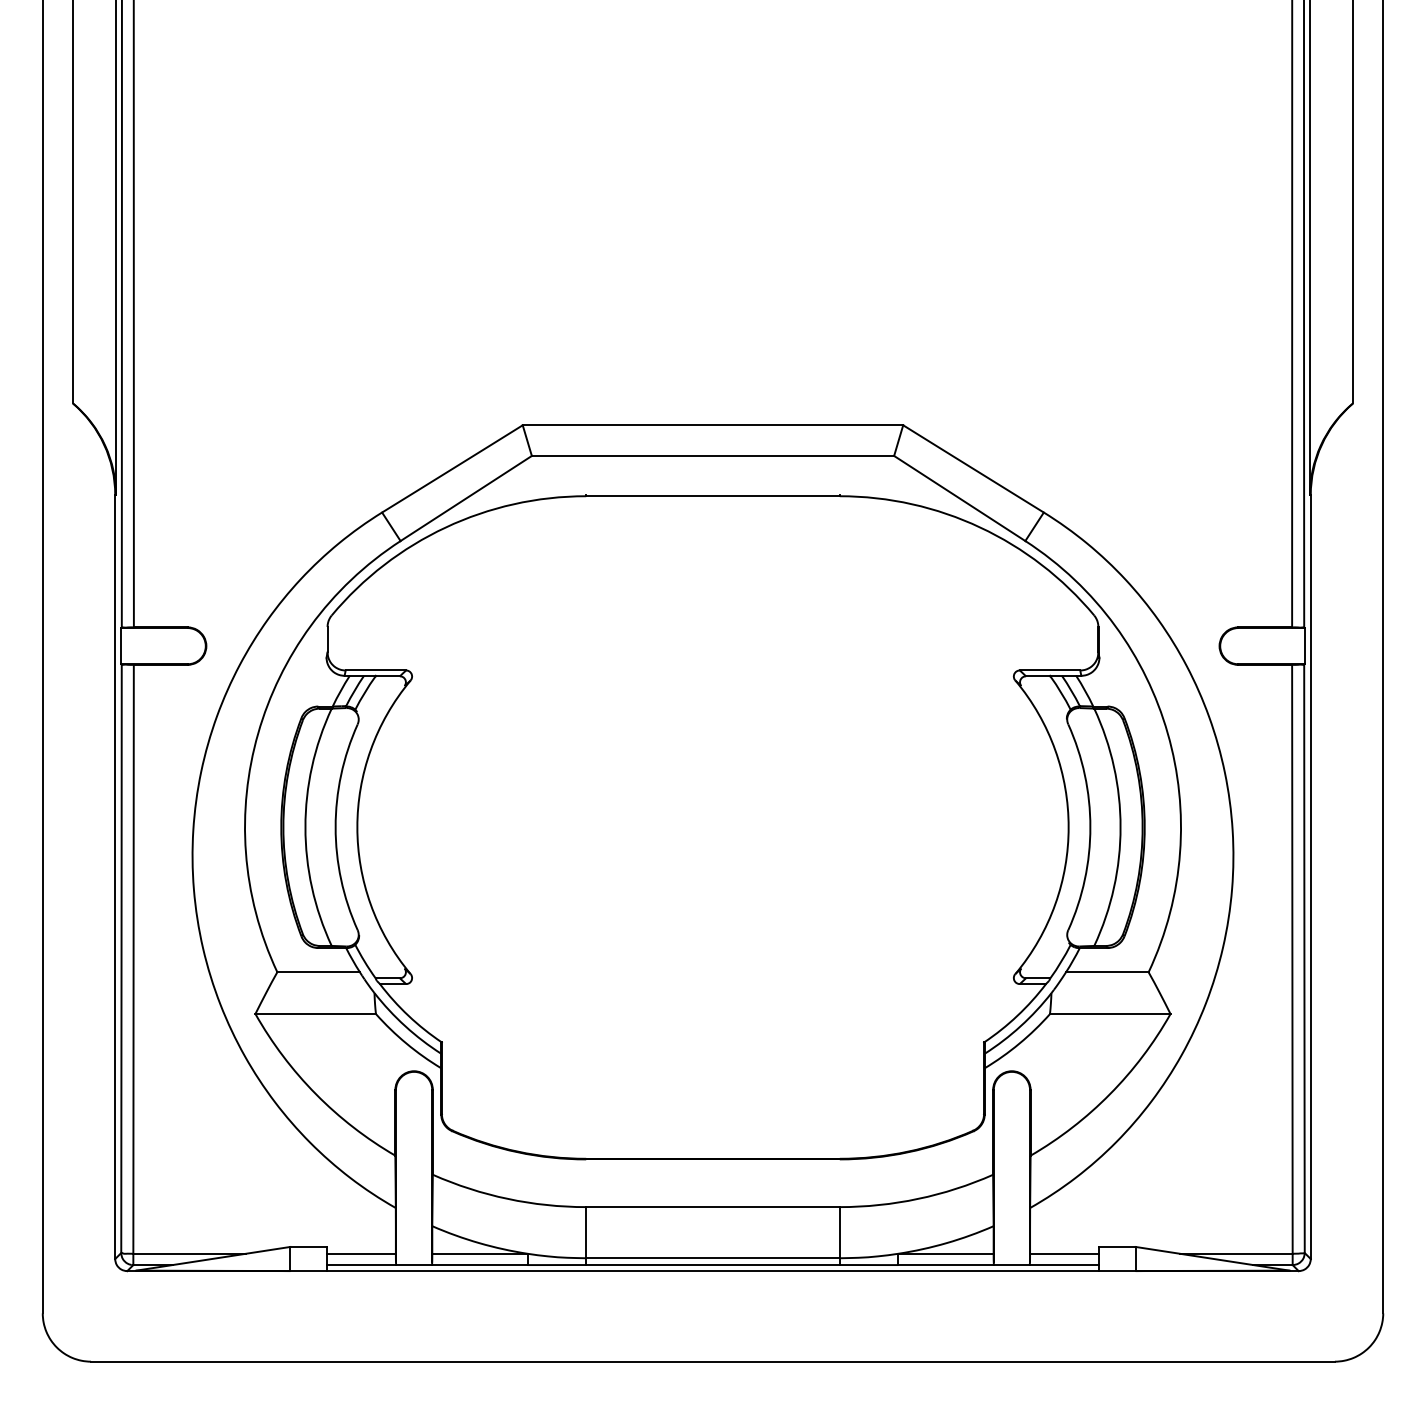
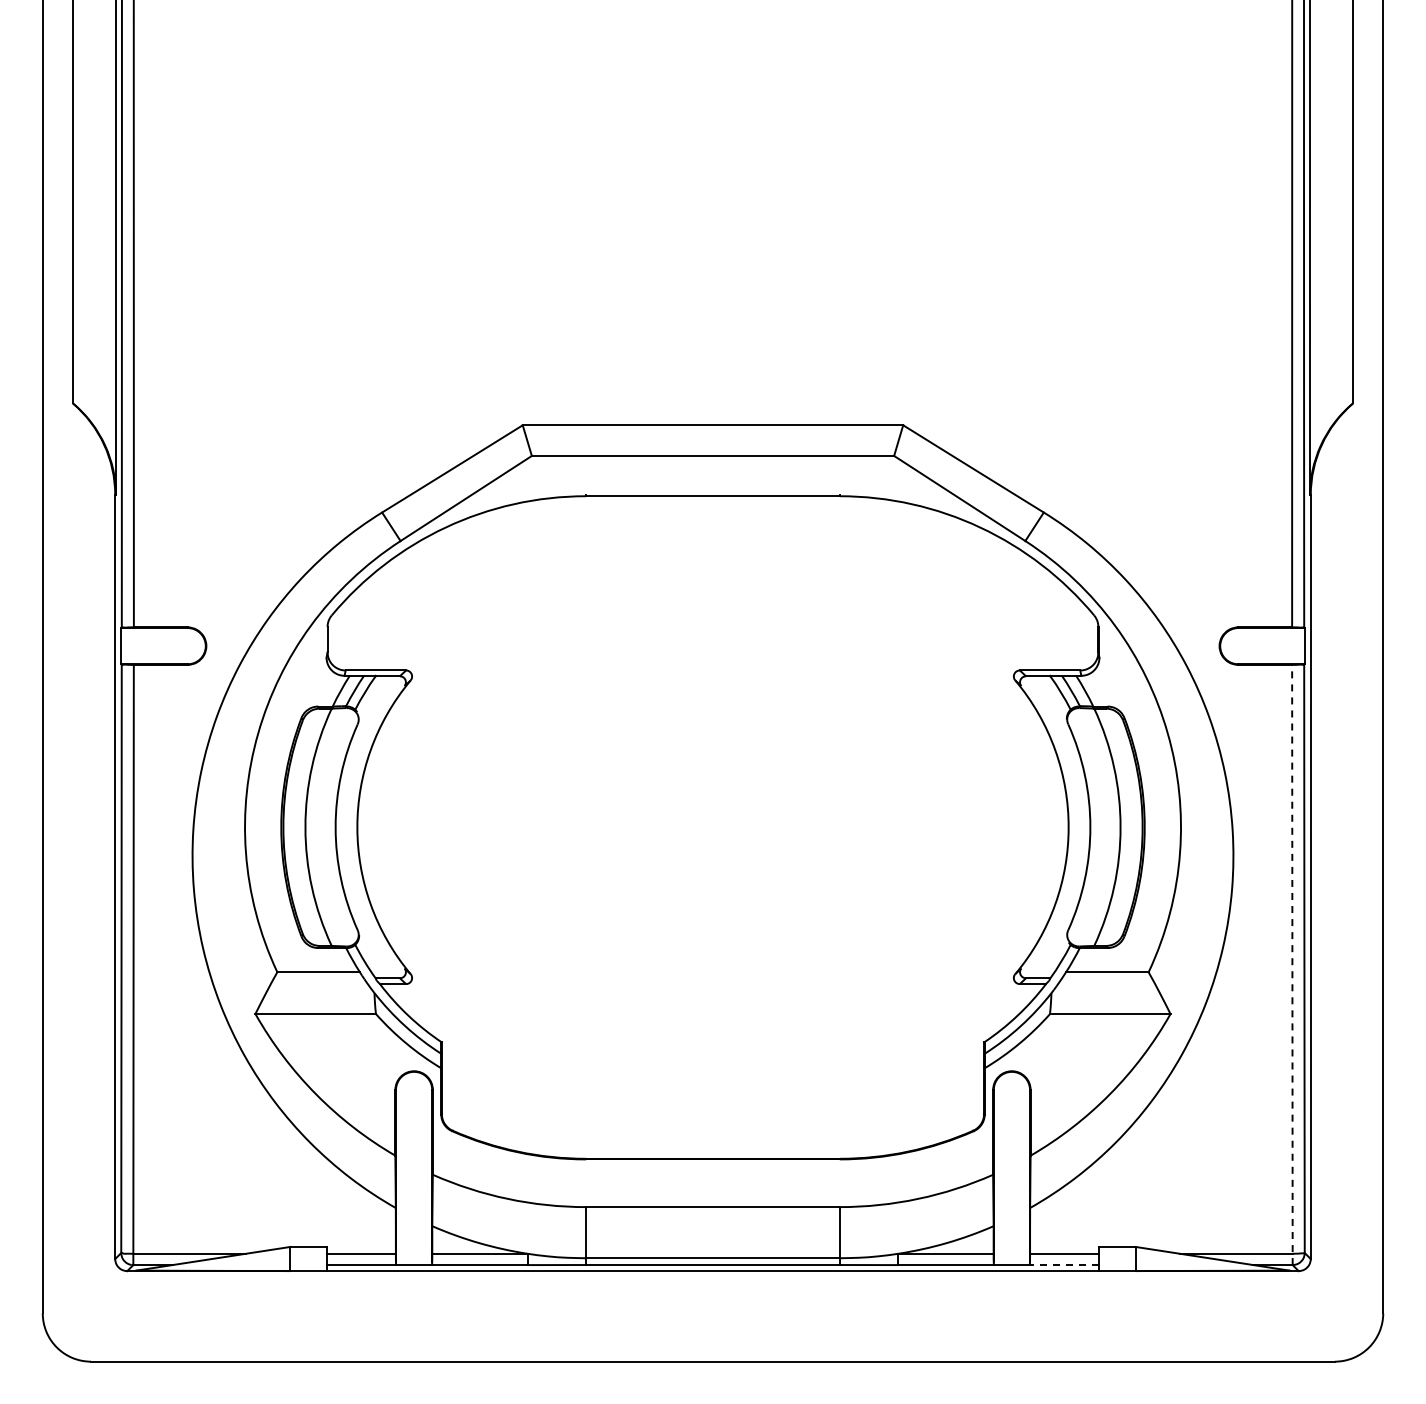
line at (1292, 964): solid -> dashed
line at (1064, 1265): solid -> dashed
